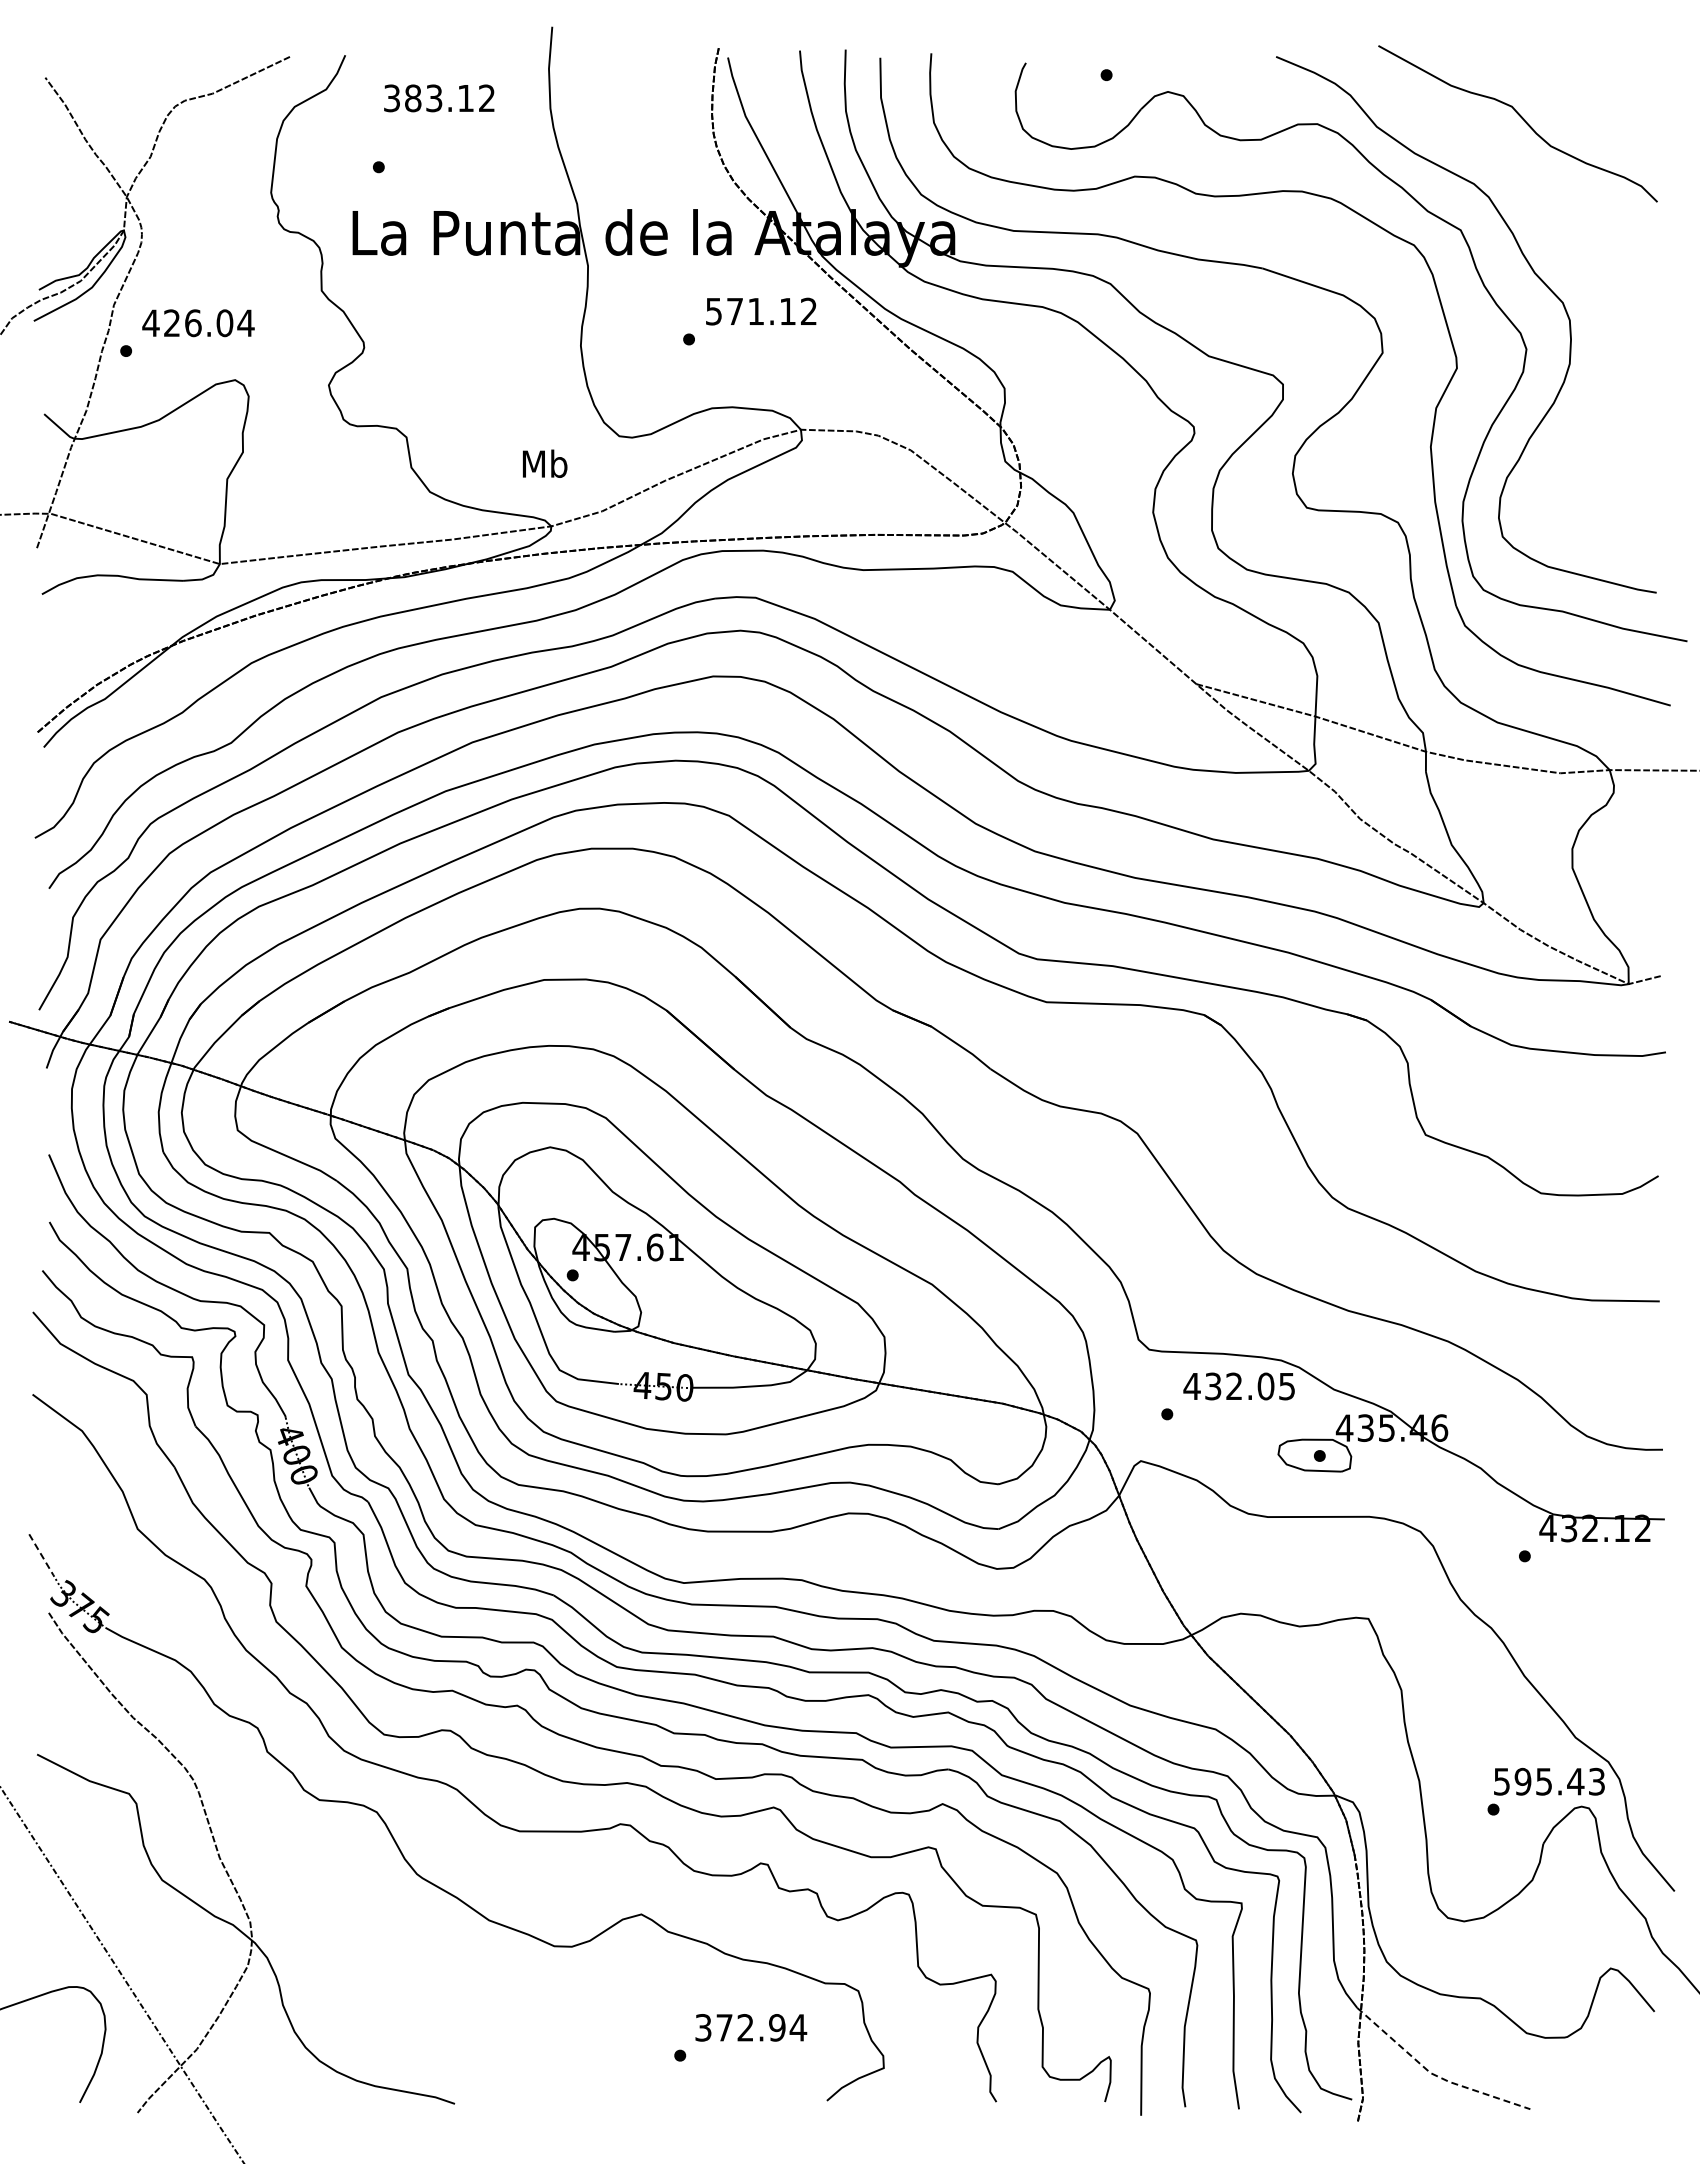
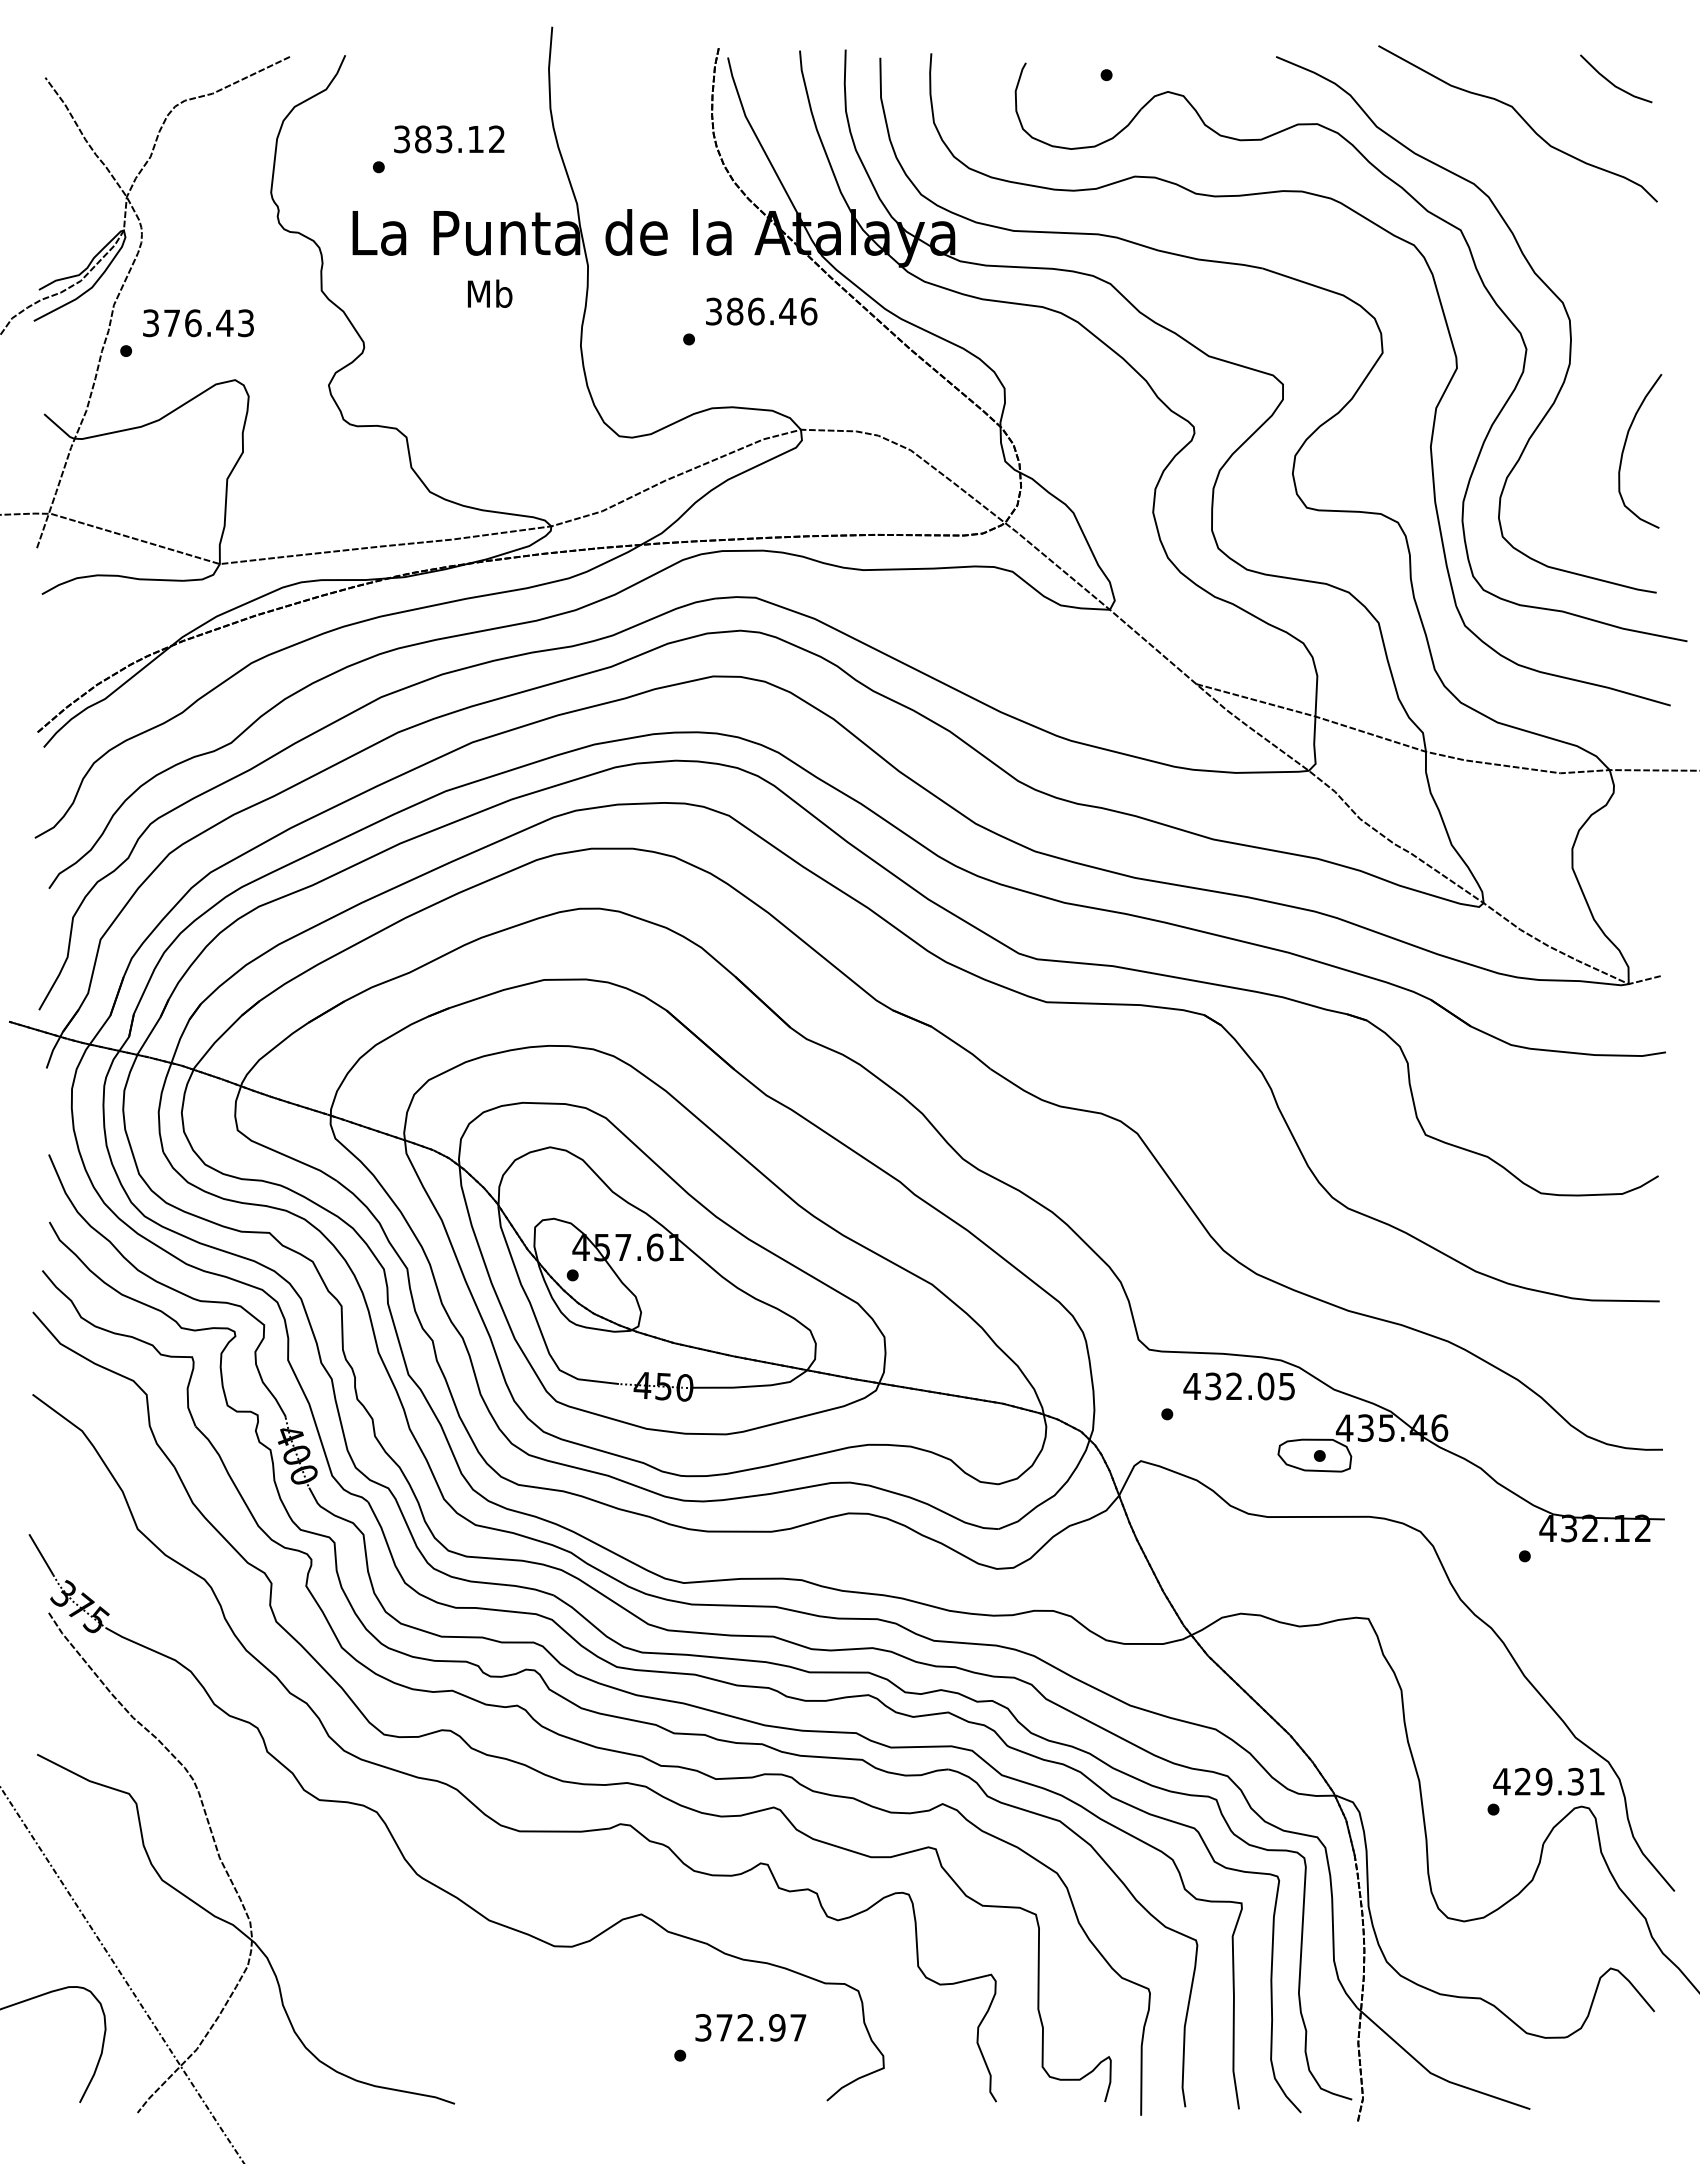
line at (1612, 82): none -> present
text at (439, 98) position: (439, 98) -> (449, 139)
text at (761, 311): 571.12 -> 386.46
text at (198, 323): 426.04 -> 376.43
curve at (1625, 446): none -> present
text at (545, 463) position: (545, 463) -> (490, 293)
line at (41, 1554): dashed -> solid
text at (1548, 1781): 595.43 -> 429.31
text at (798, 2027): 372.94 -> 372.97
line at (1434, 2074): dashed -> solid
